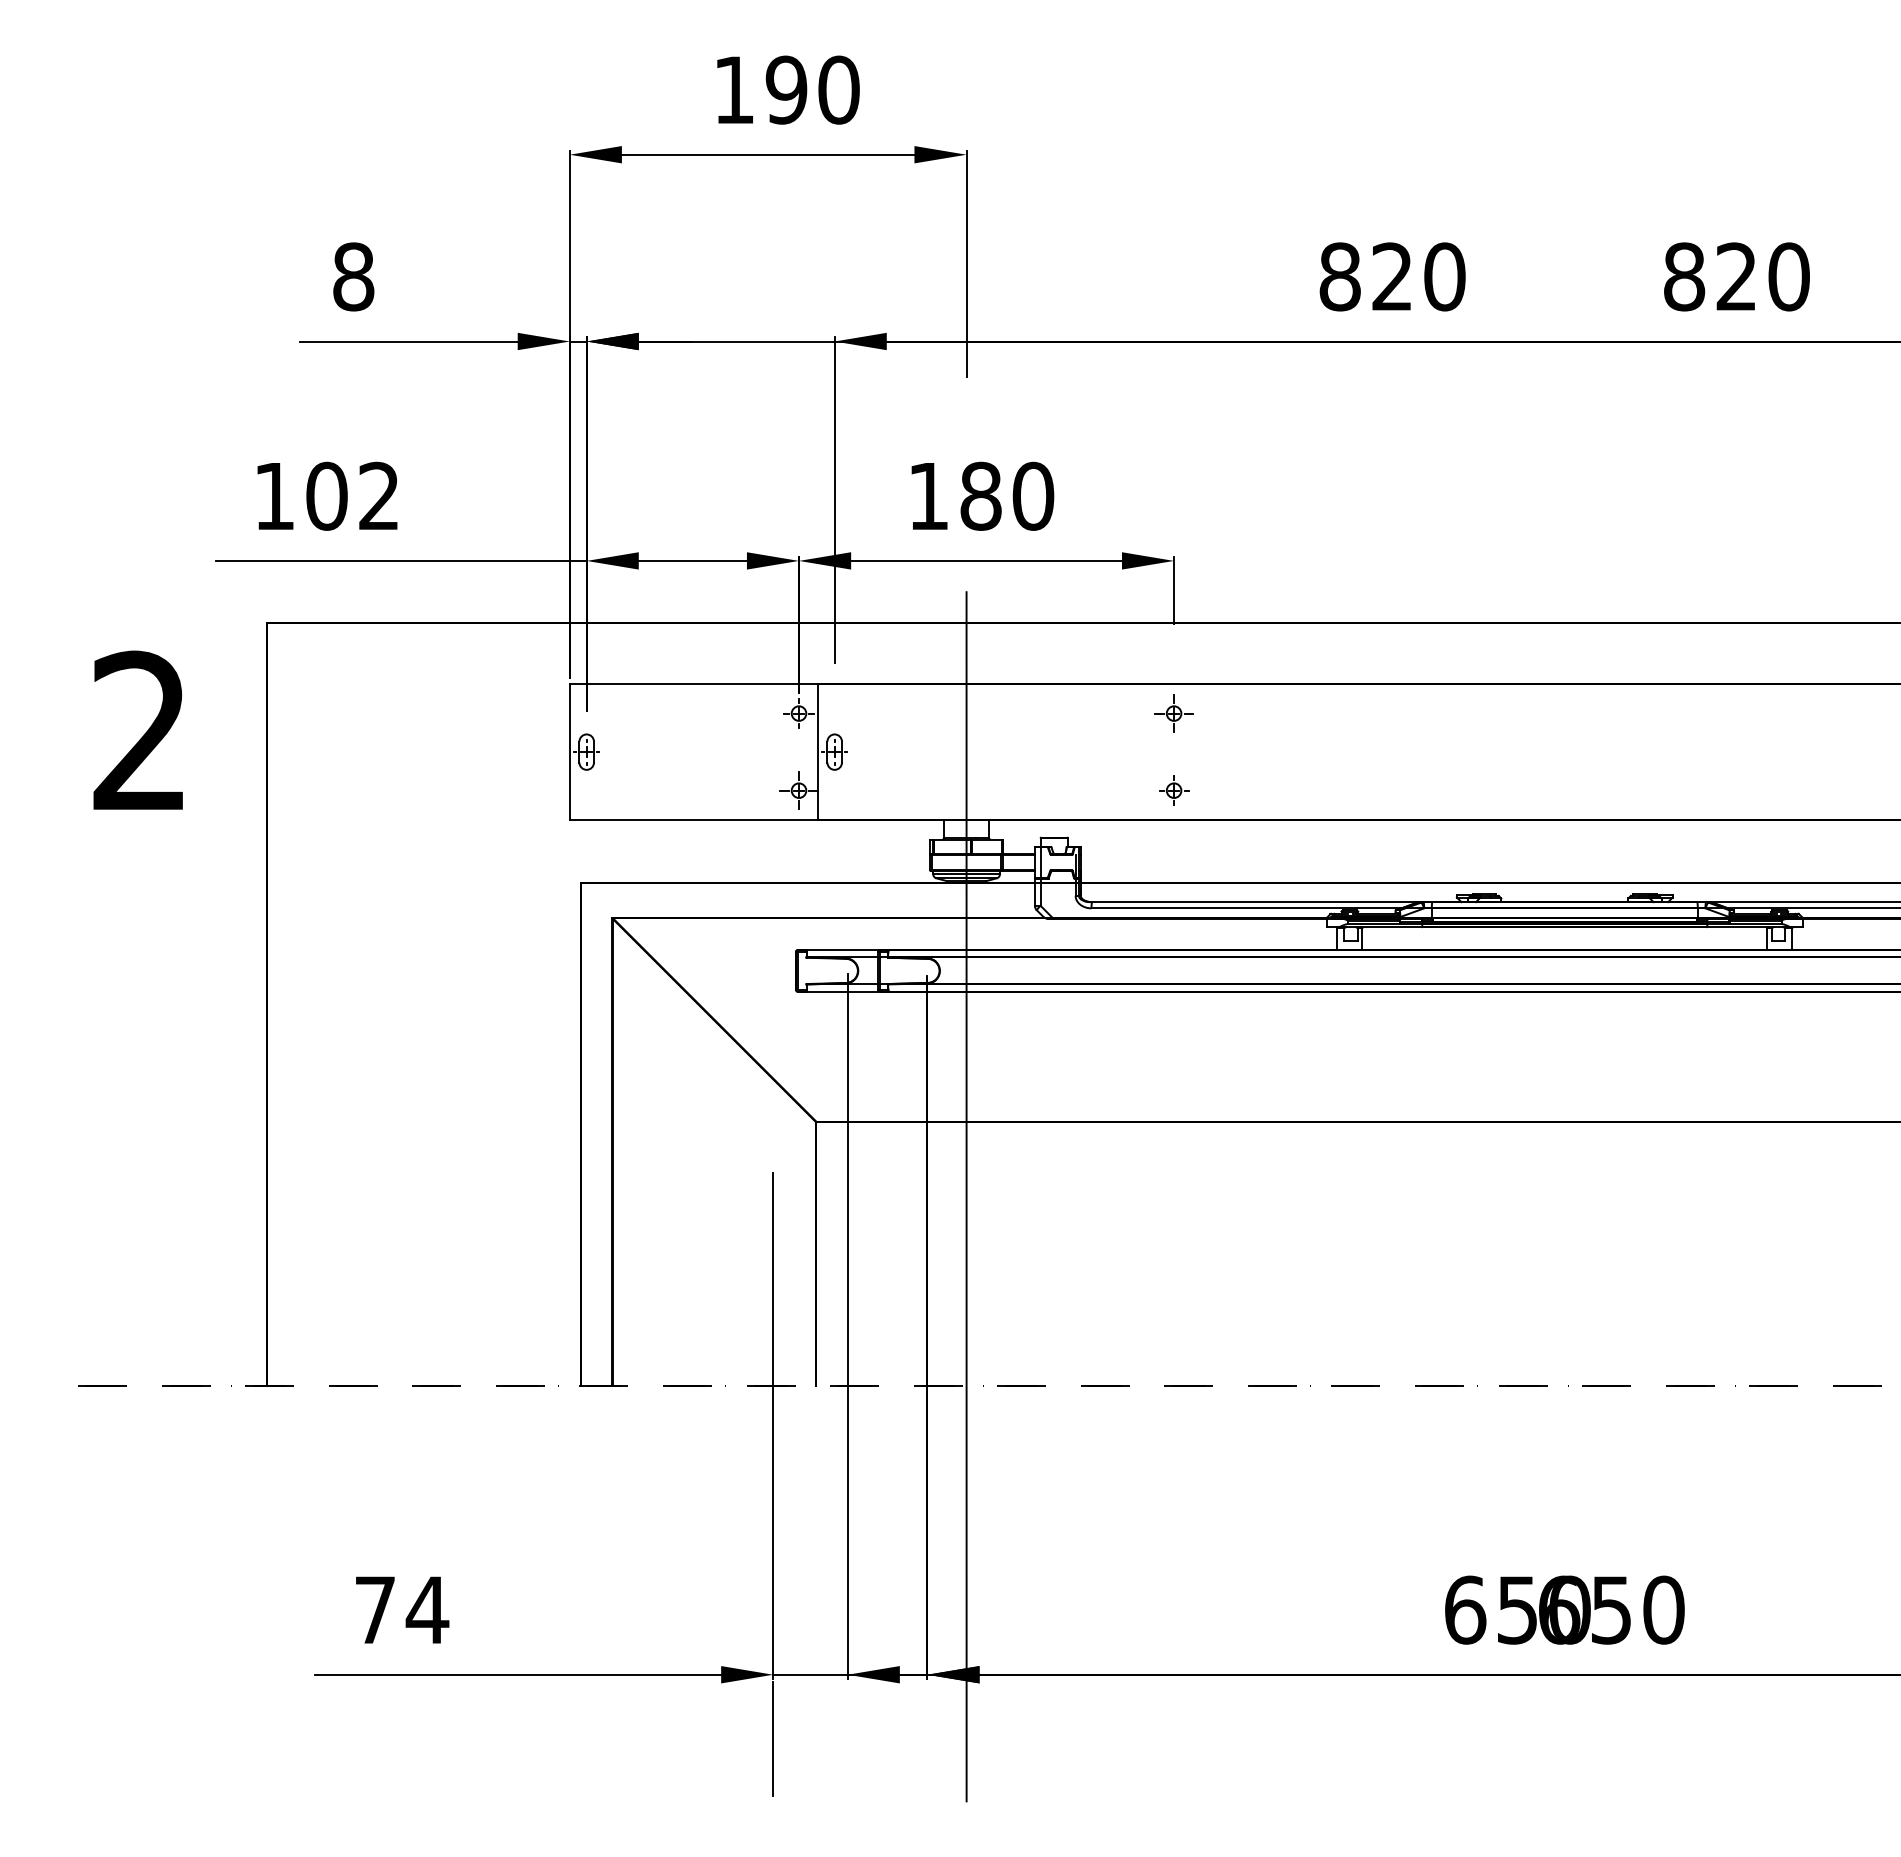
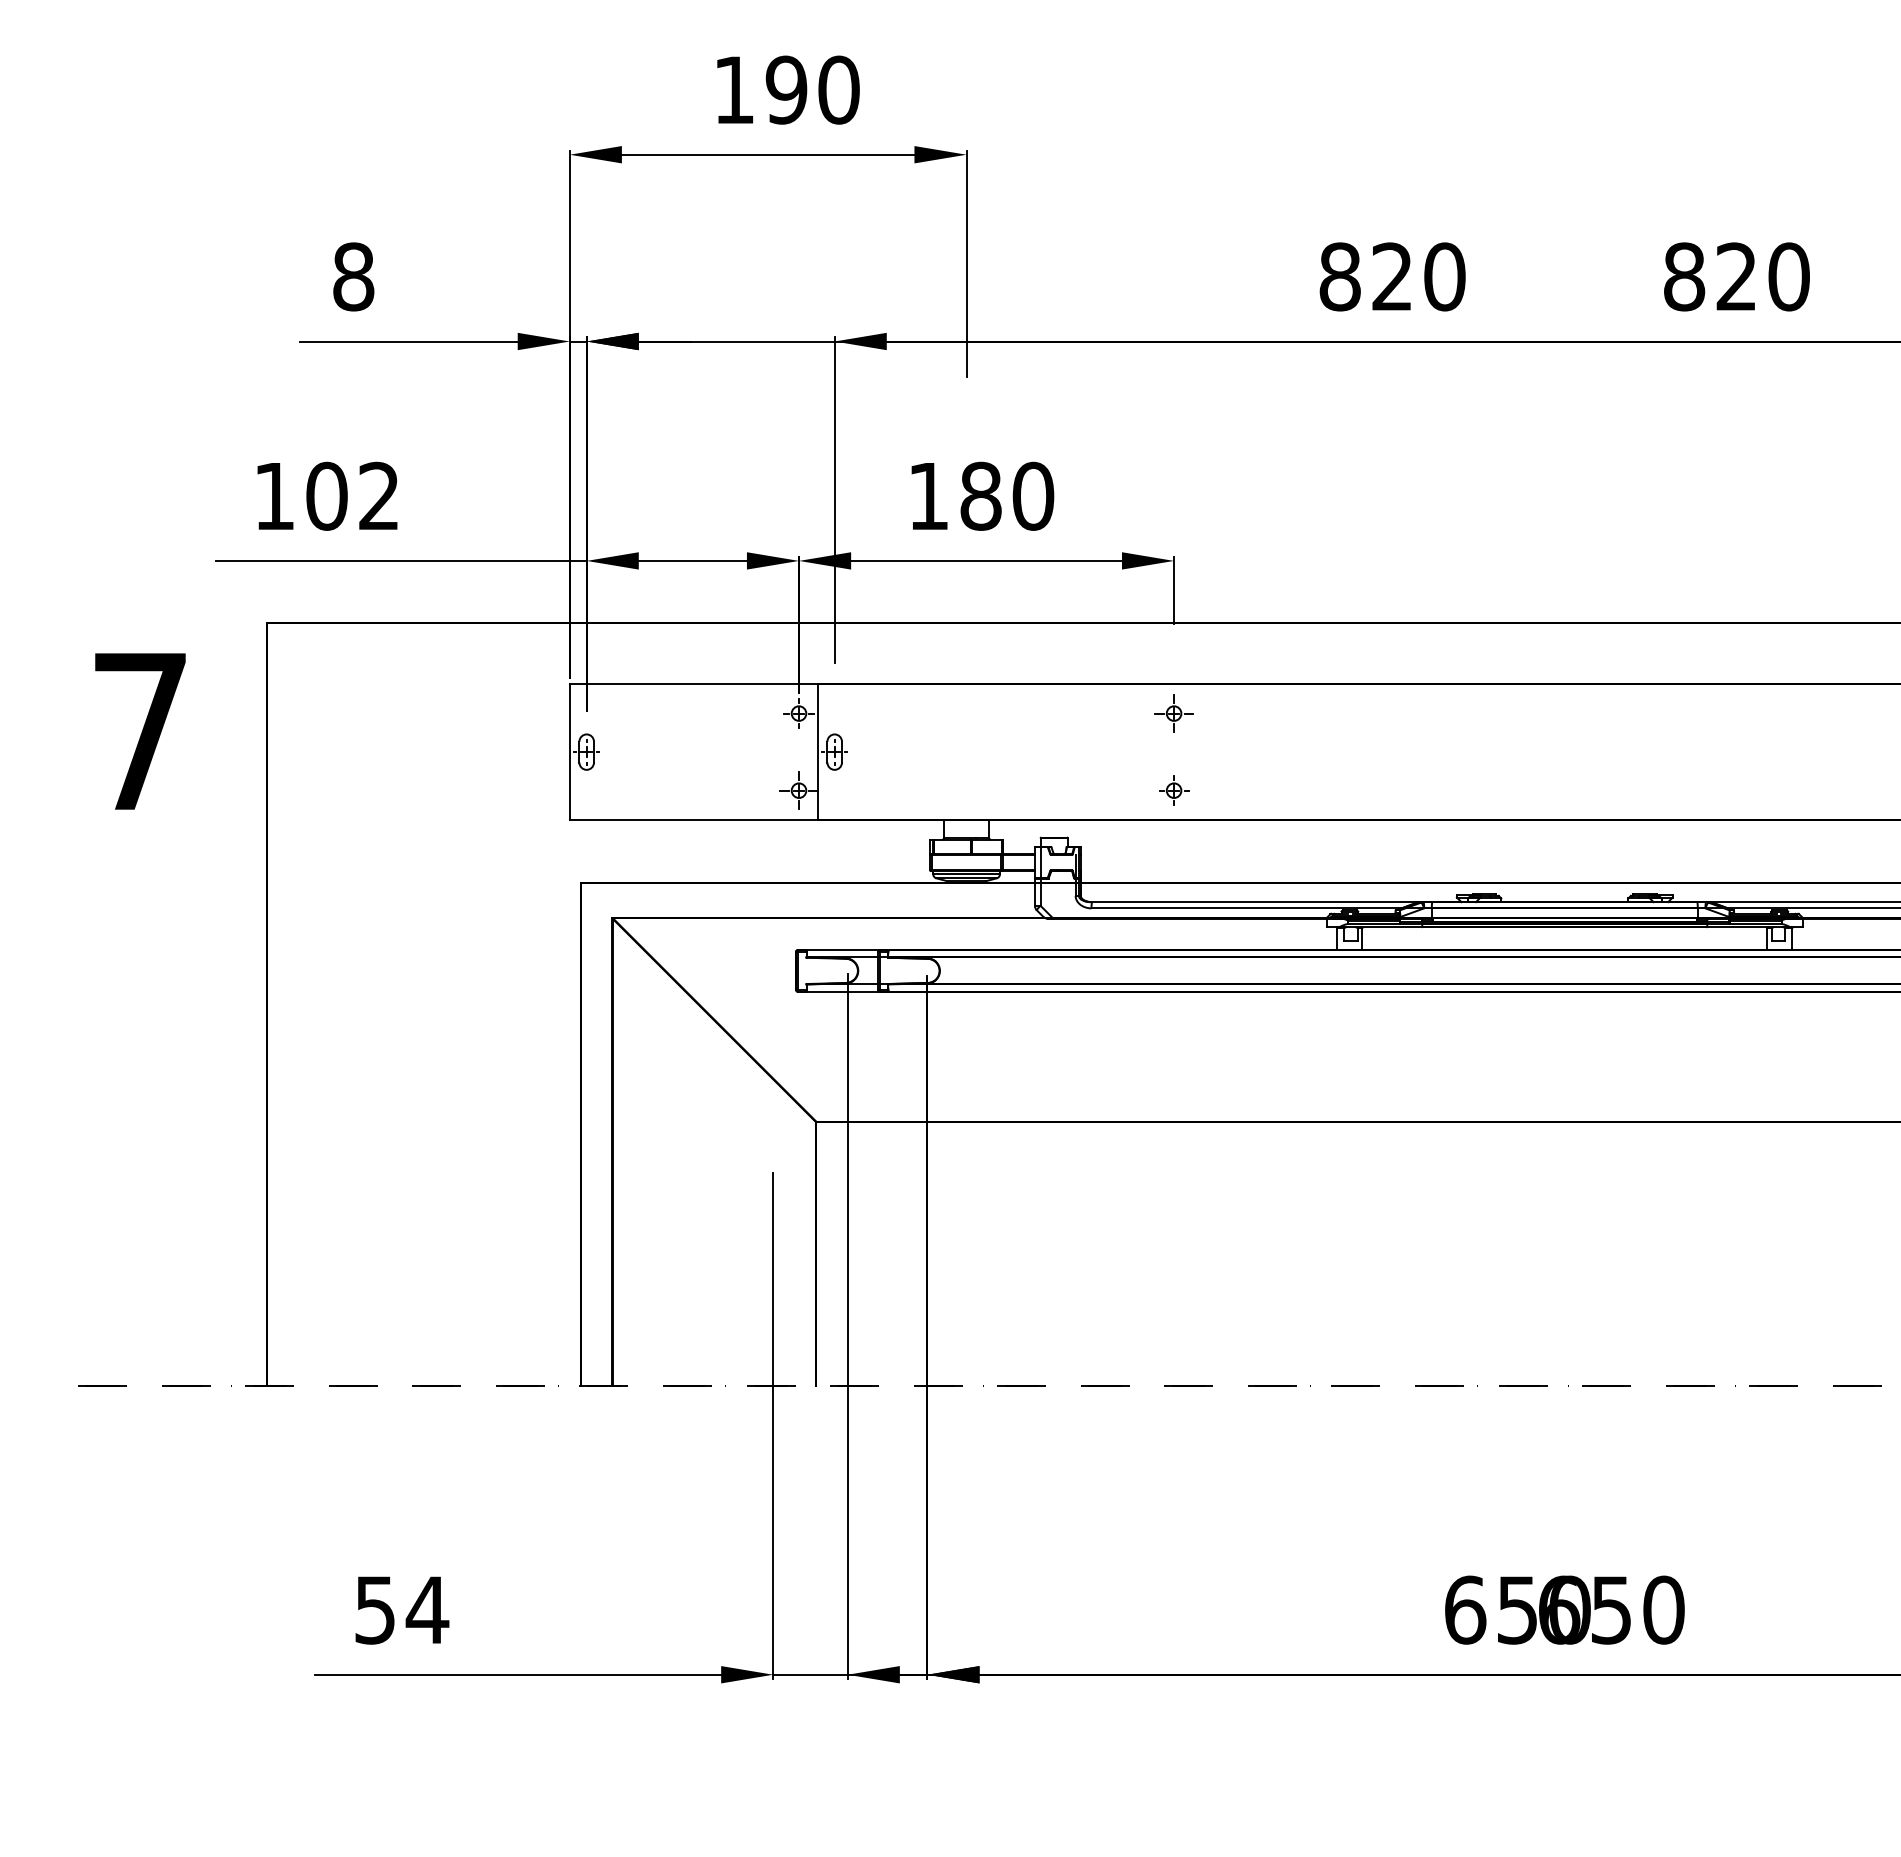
text at (139, 729): 2 -> 7
line at (966, 1196): present -> none
text at (374, 1610): 74 -> 54
line at (773, 1739): present -> none
